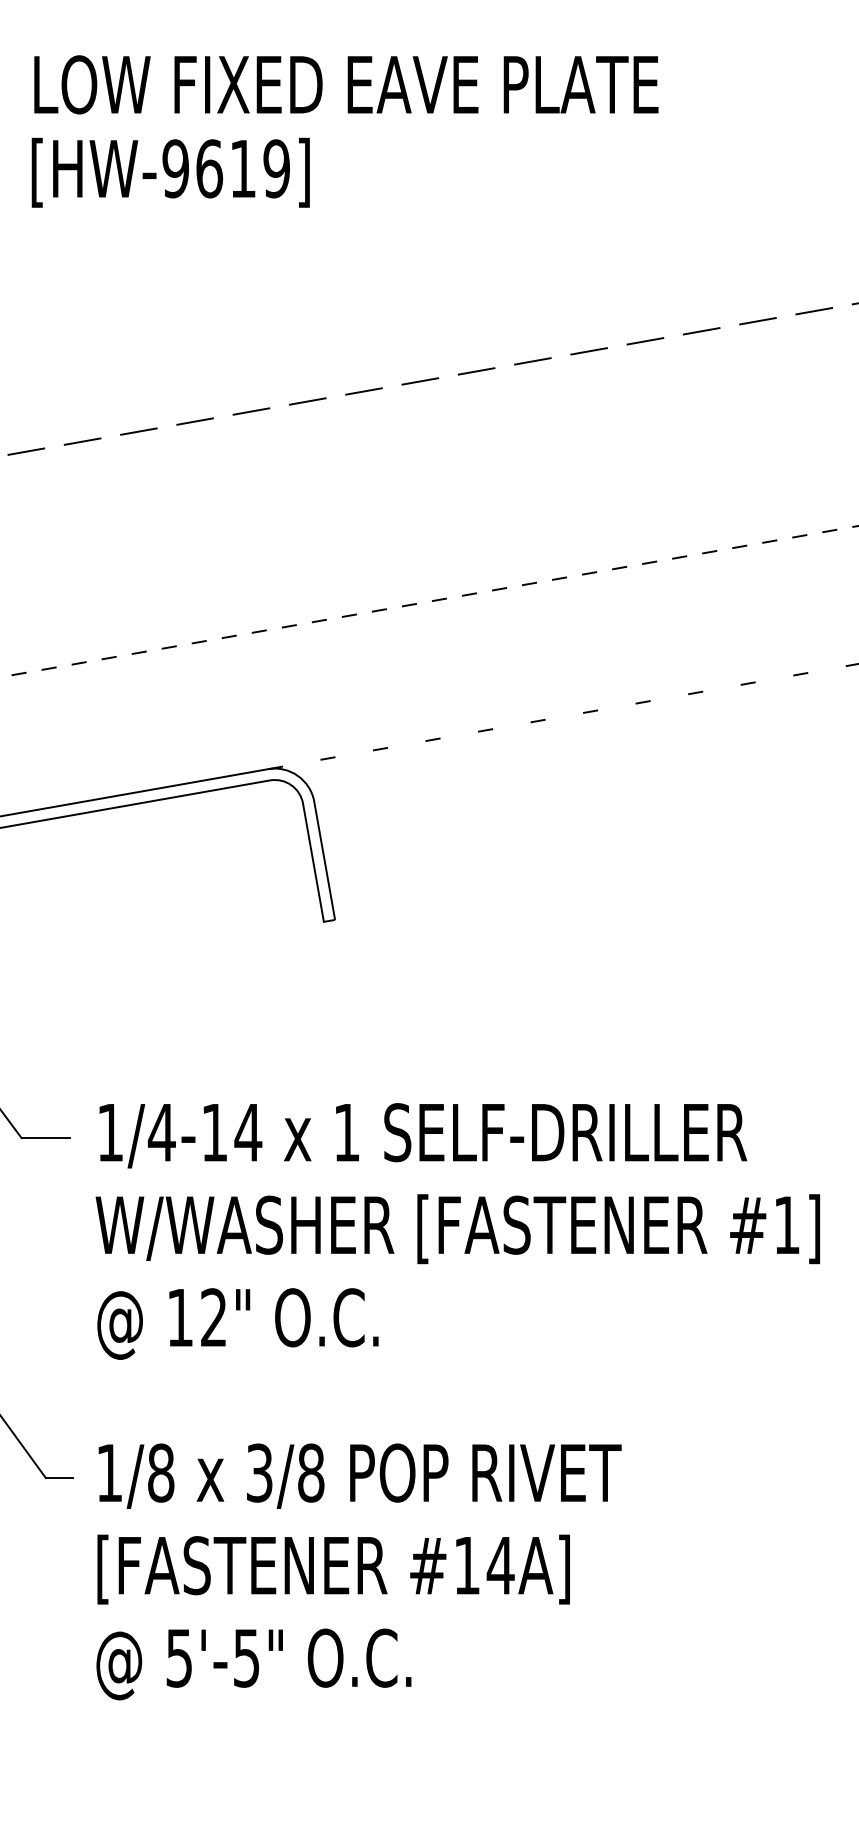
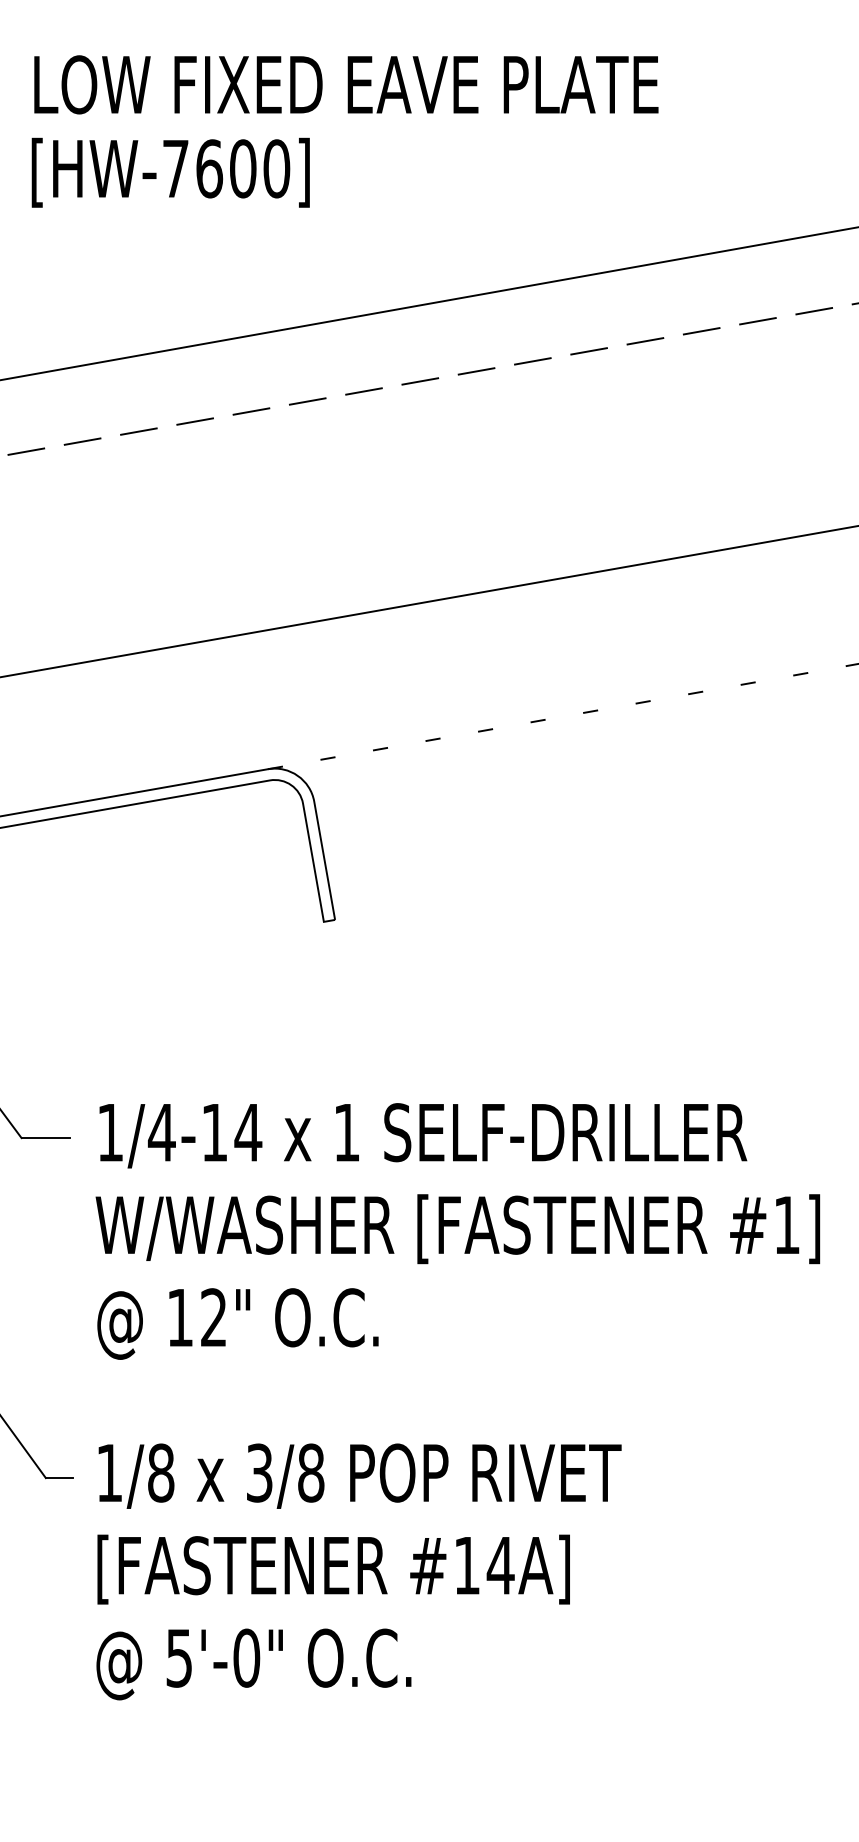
text at (226, 168): [HW-9619] -> [HW-7600]
line at (428, 303): none -> present
line at (429, 601): dashed -> solid
text at (246, 1657): 5'-5" -> 5'-0"
